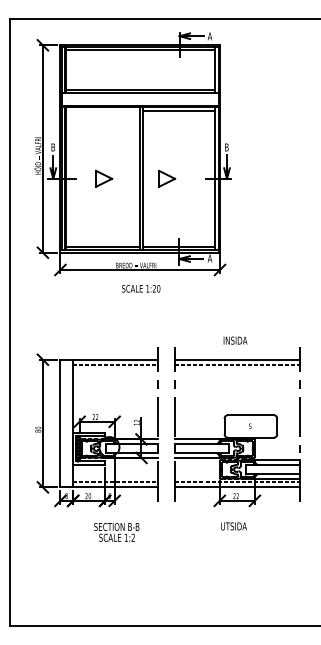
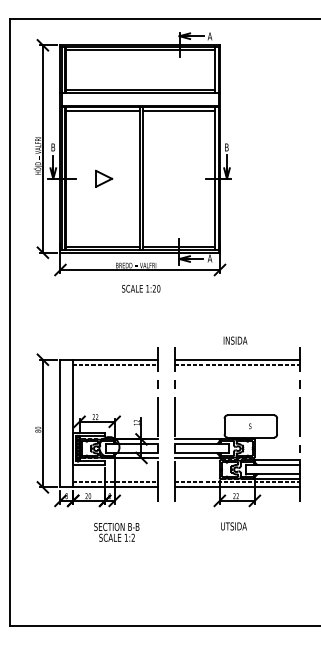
line at (102, 110): none -> present
part at (167, 178): present -> none
